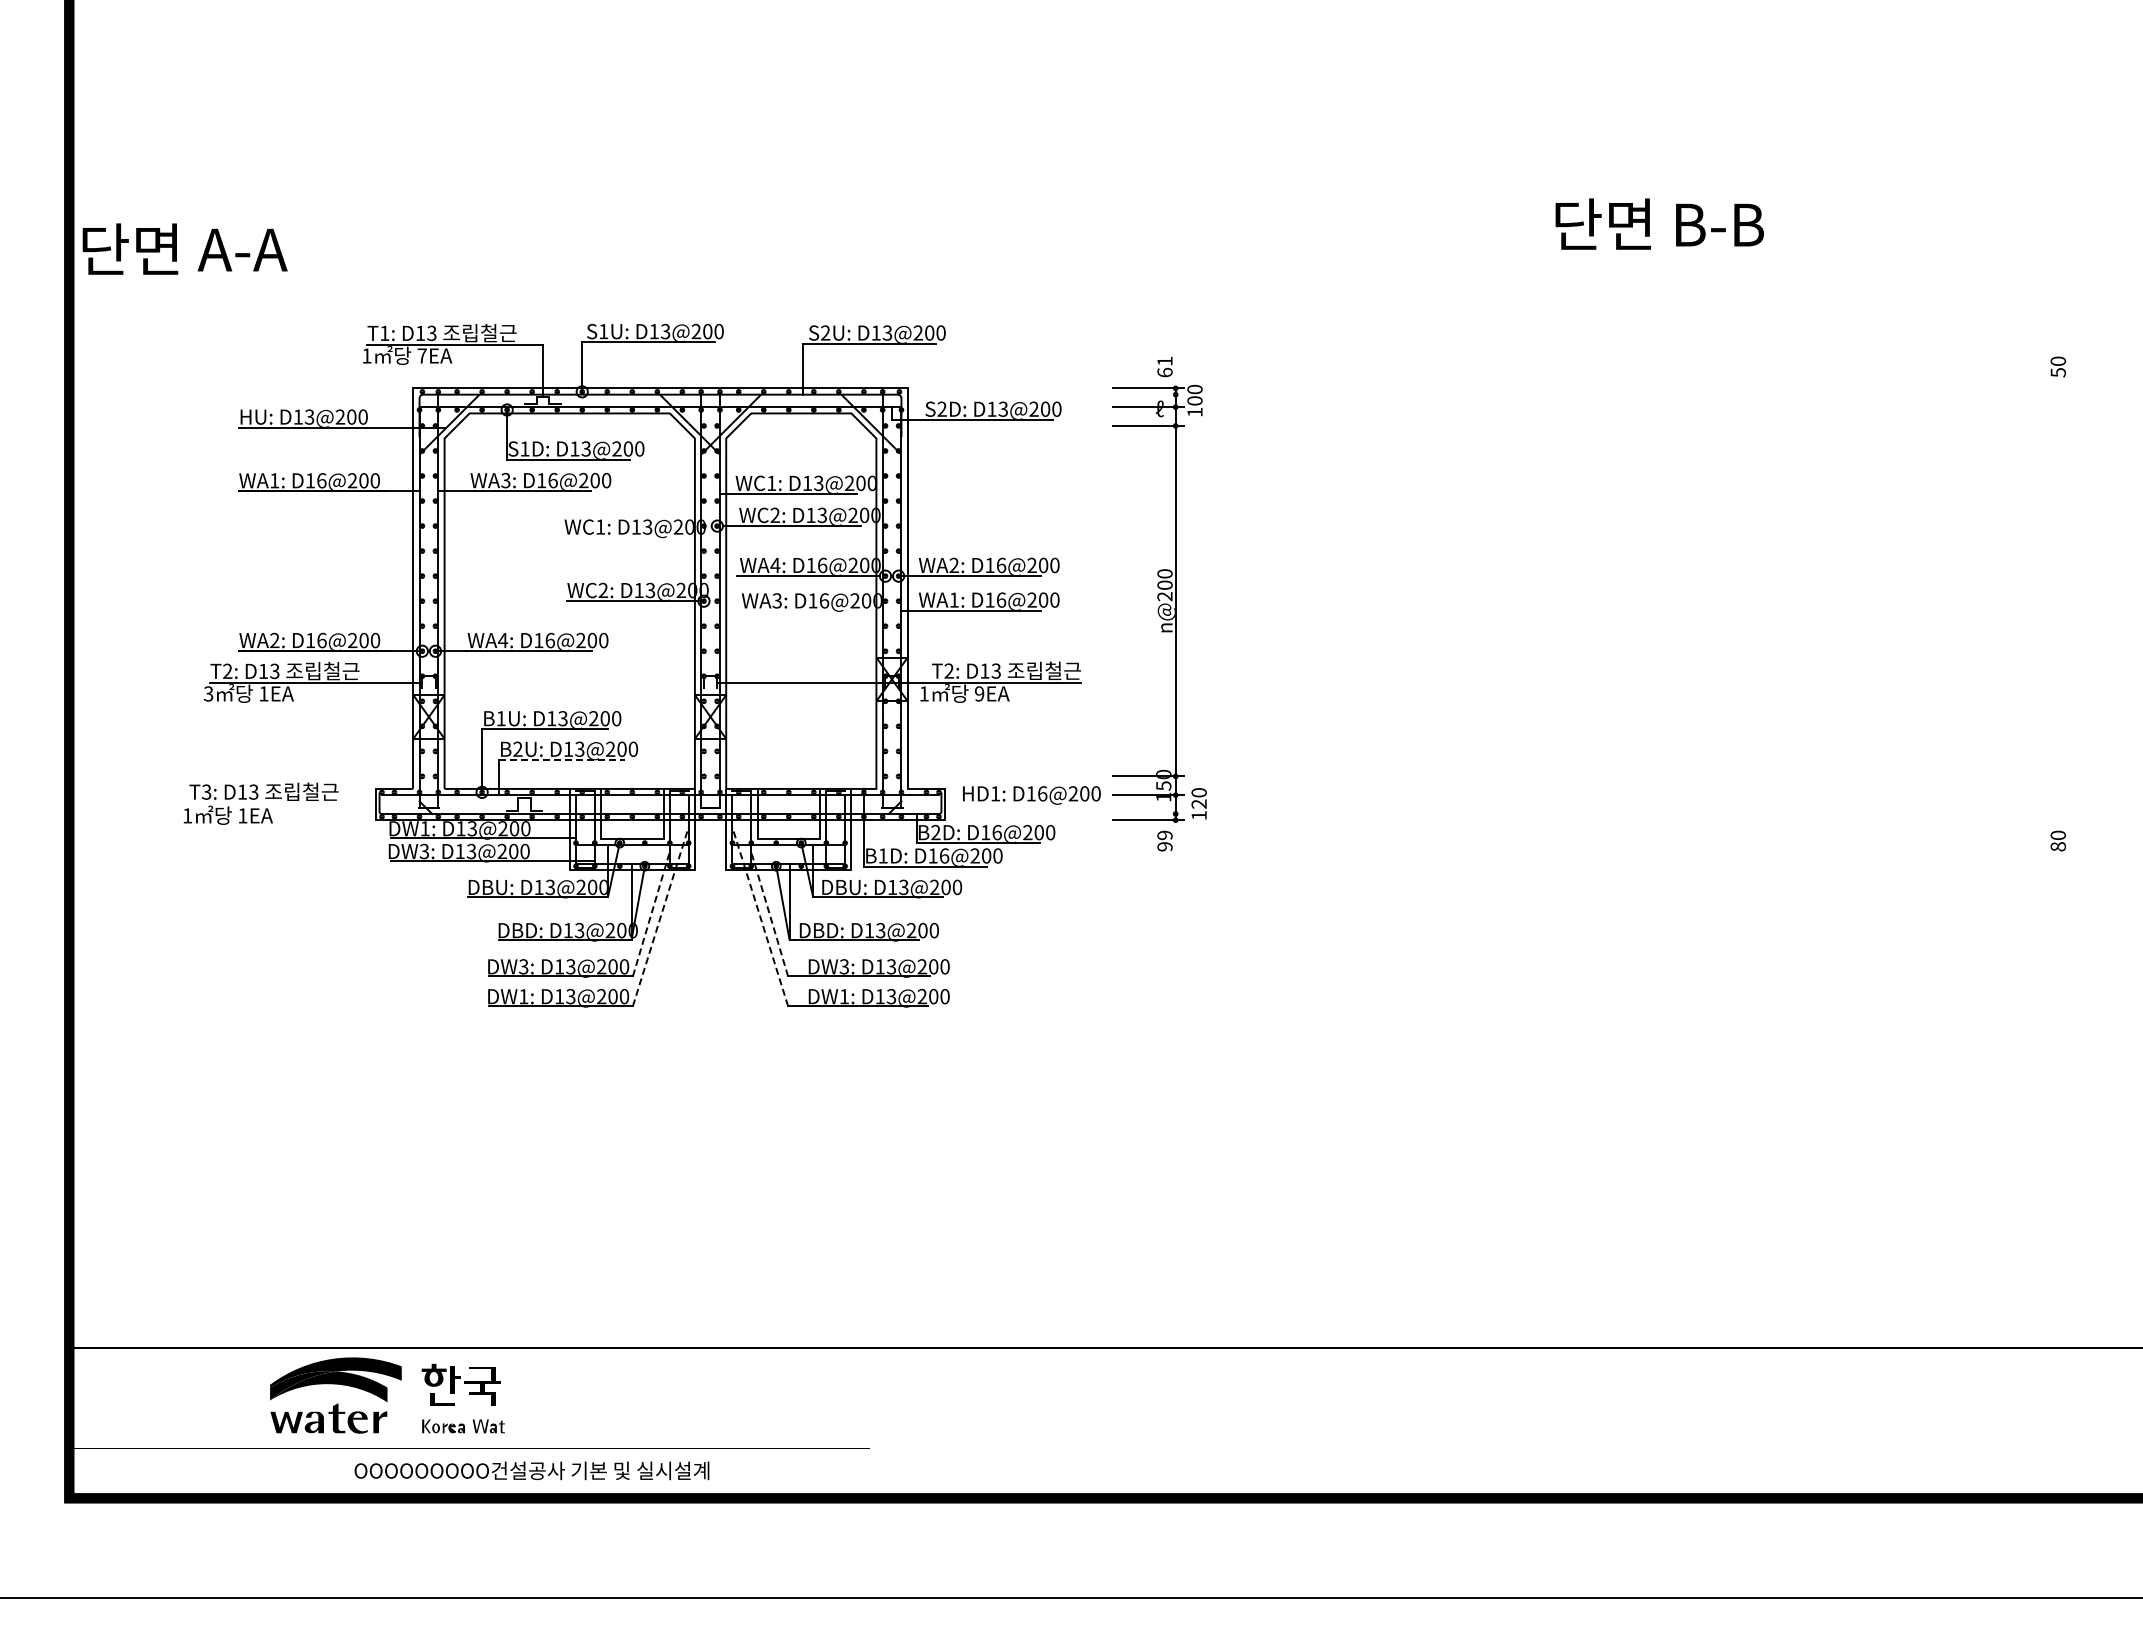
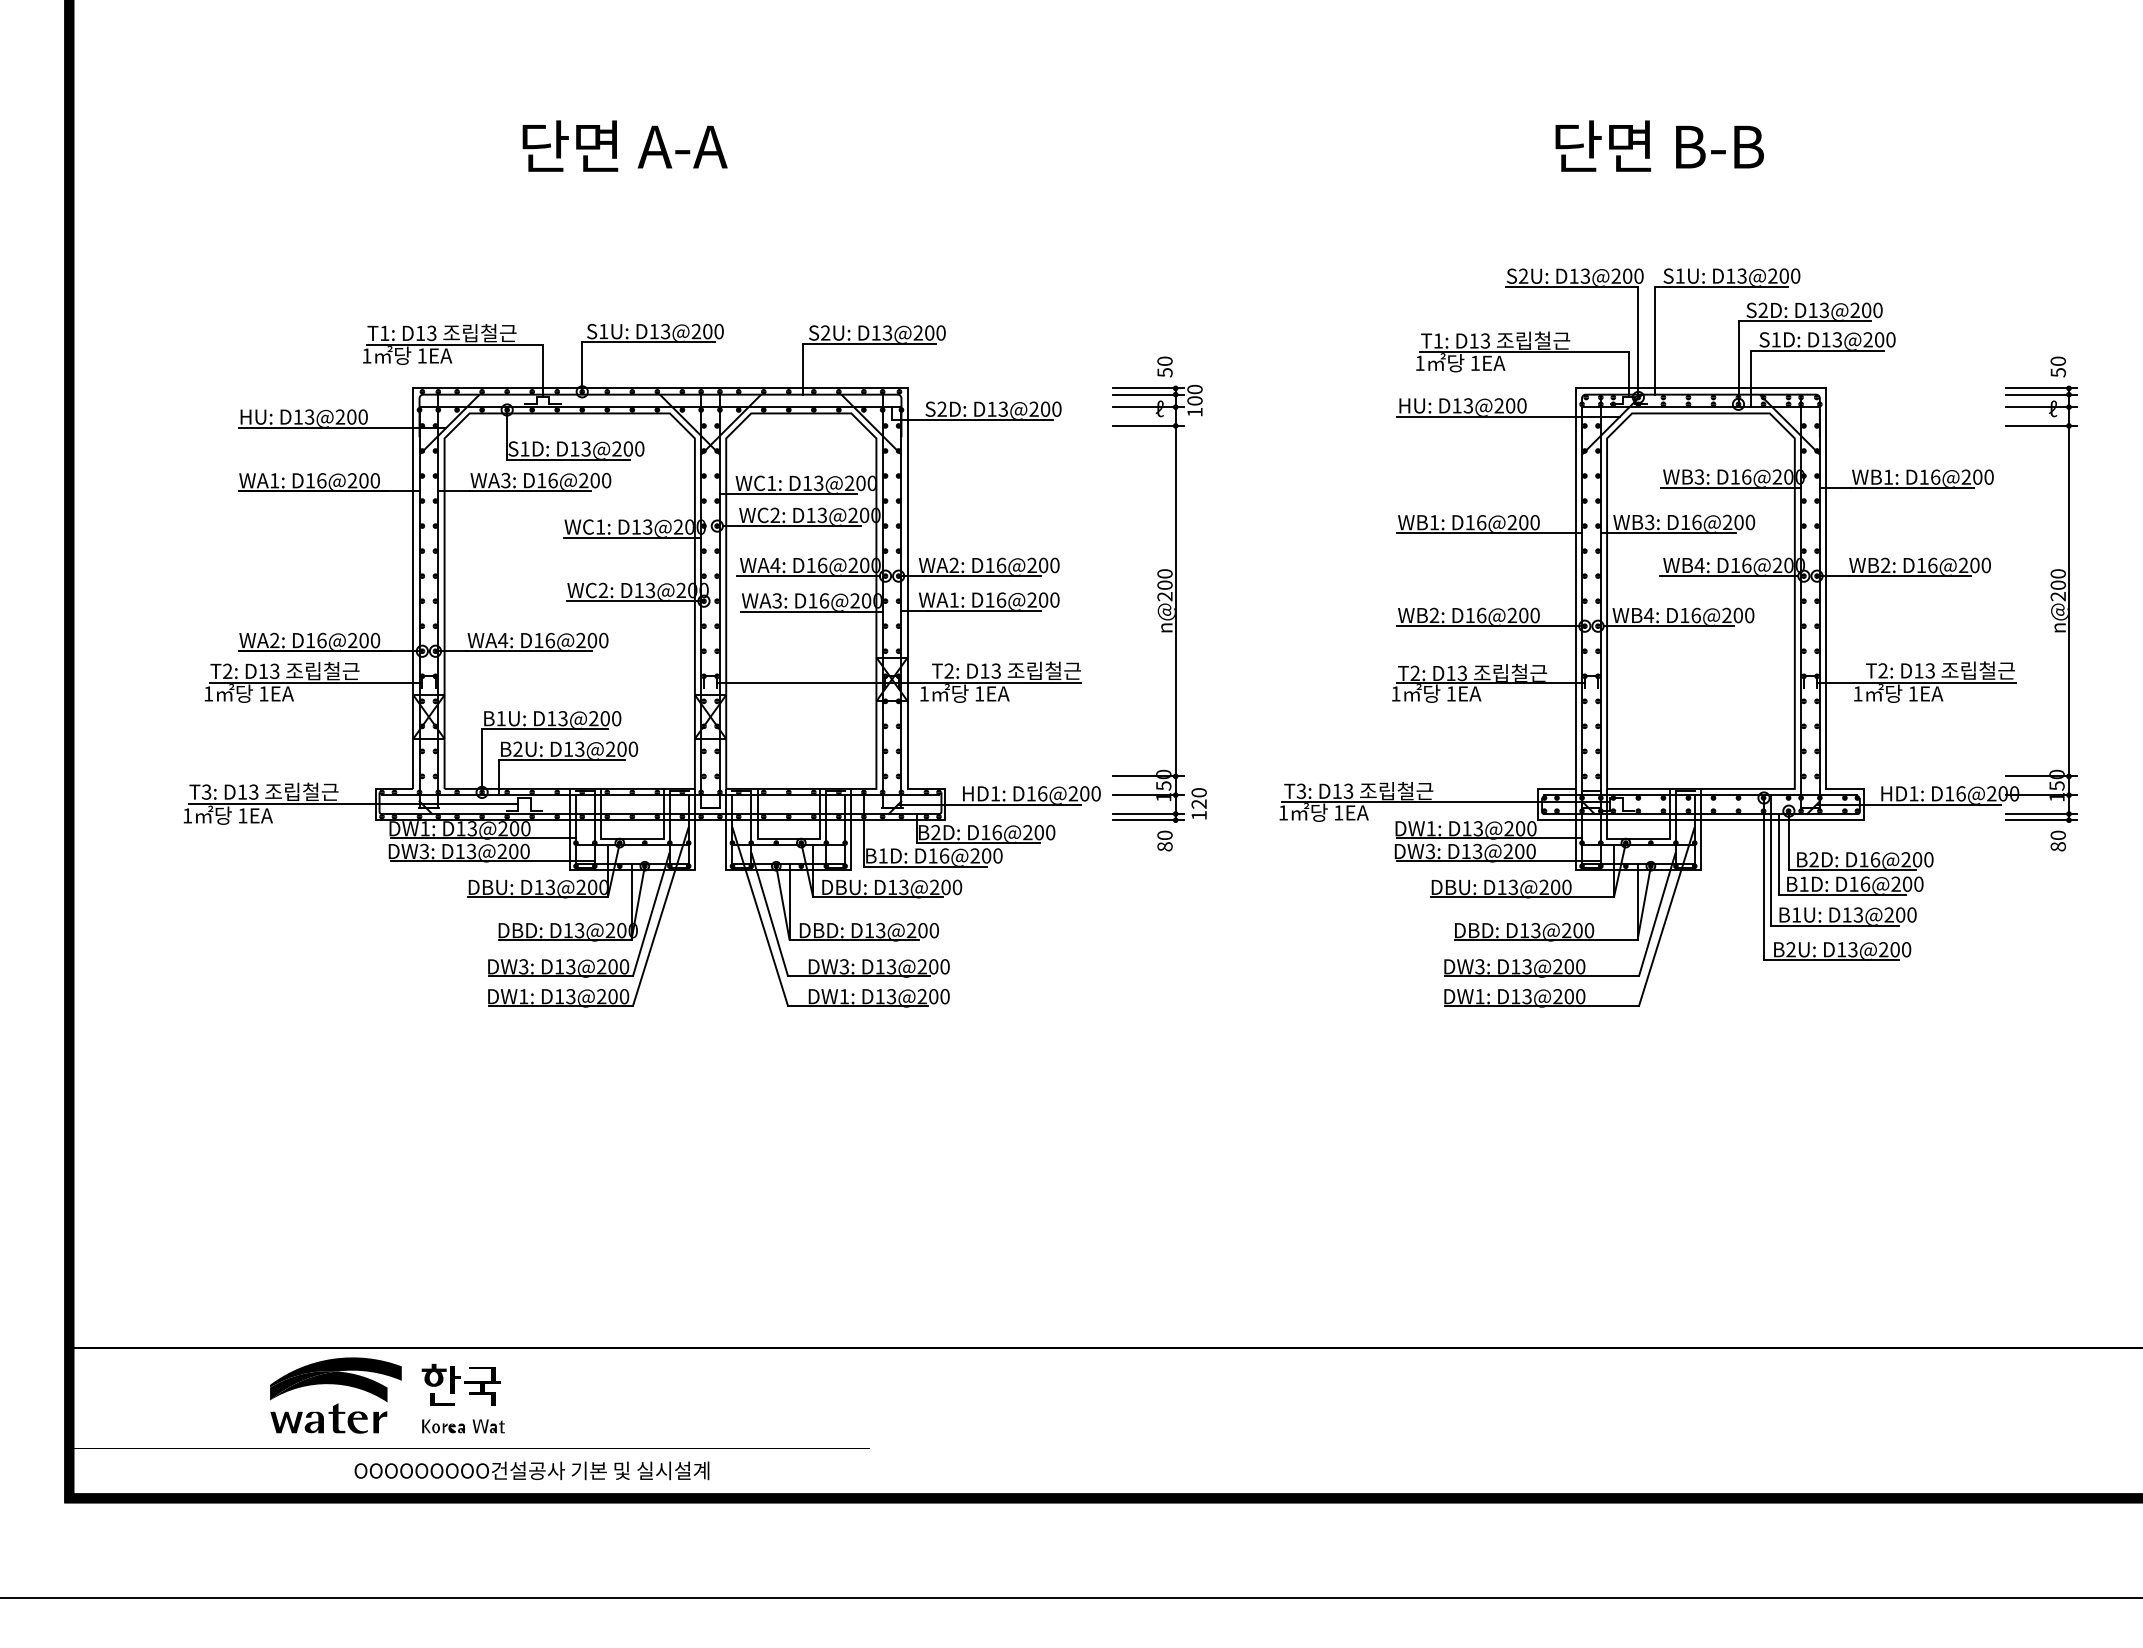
text at (1659, 223) position: (1659, 223) -> (1659, 145)
text at (184, 248) position: (184, 248) -> (624, 145)
text at (421, 355): 7EA -> 1EA
text at (1164, 366): 61 -> 50
line at (1147, 394): none -> present
line at (632, 537): none -> present
line at (811, 611): none -> present
part at (1678, 637): none -> present
text at (208, 693): 3 -> 1
text at (979, 693): 9EA -> 1EA
line at (561, 760): dashed -> solid
line at (353, 804): none -> present
line at (989, 804): none -> present
line at (1147, 813): none -> present
text at (1164, 840): 99 -> 80
line at (651, 914): dashed -> solid
line at (769, 914): dashed -> solid
line at (660, 916): dashed -> solid
line at (760, 916): dashed -> solid
